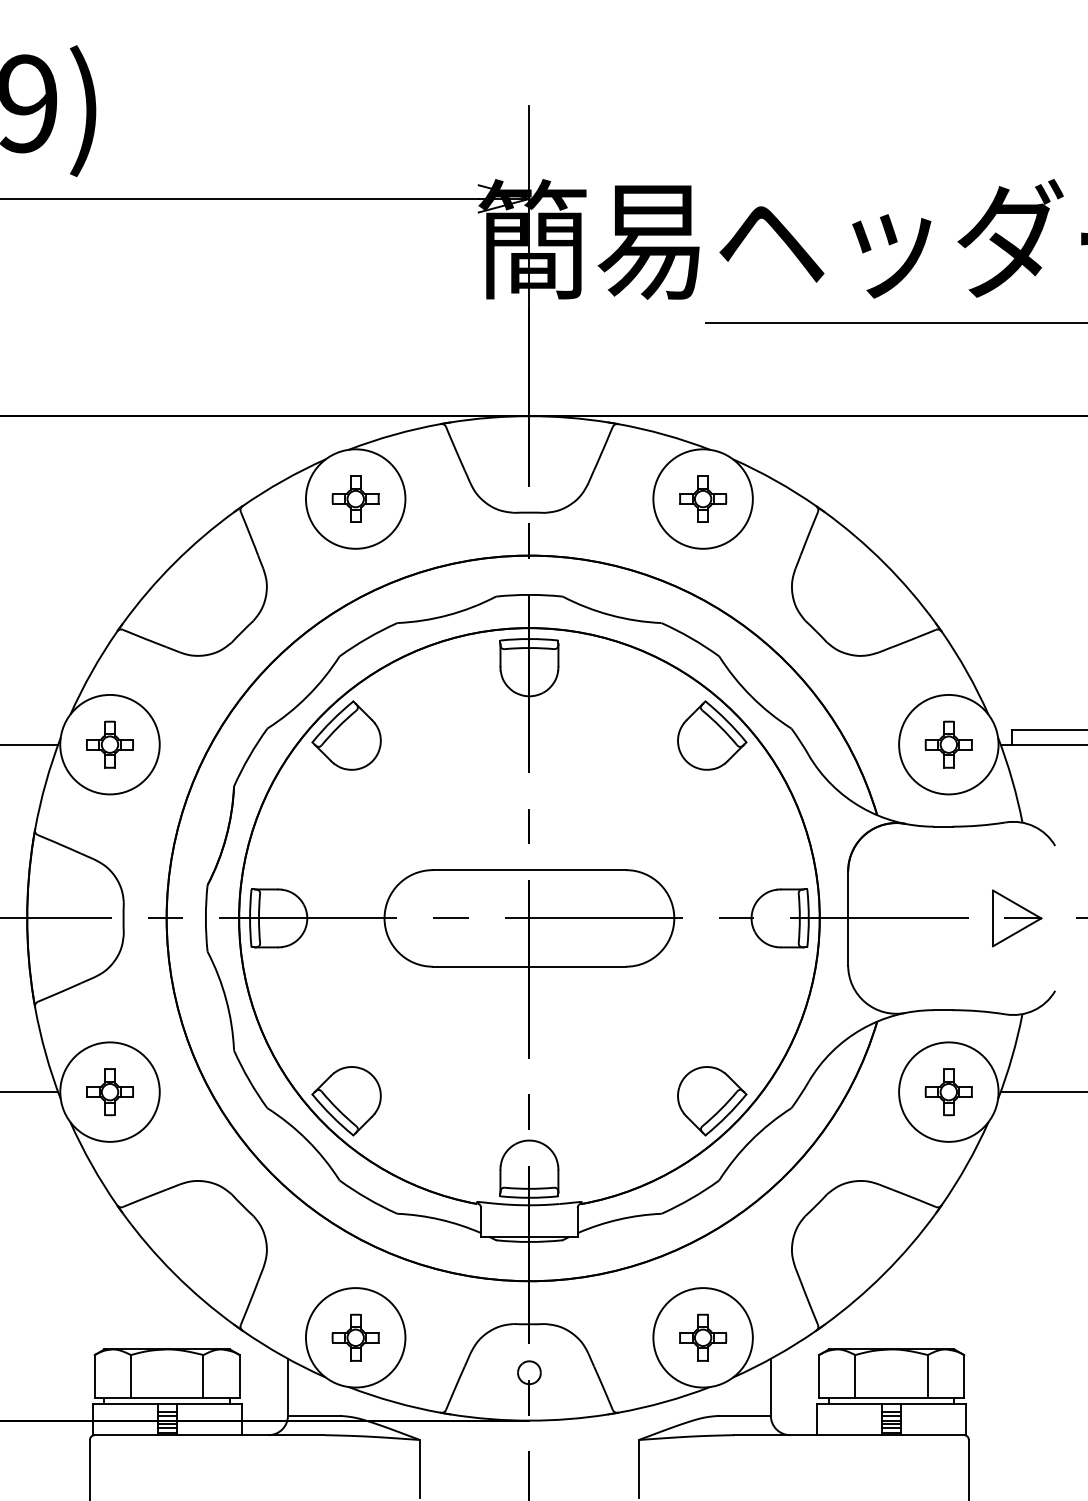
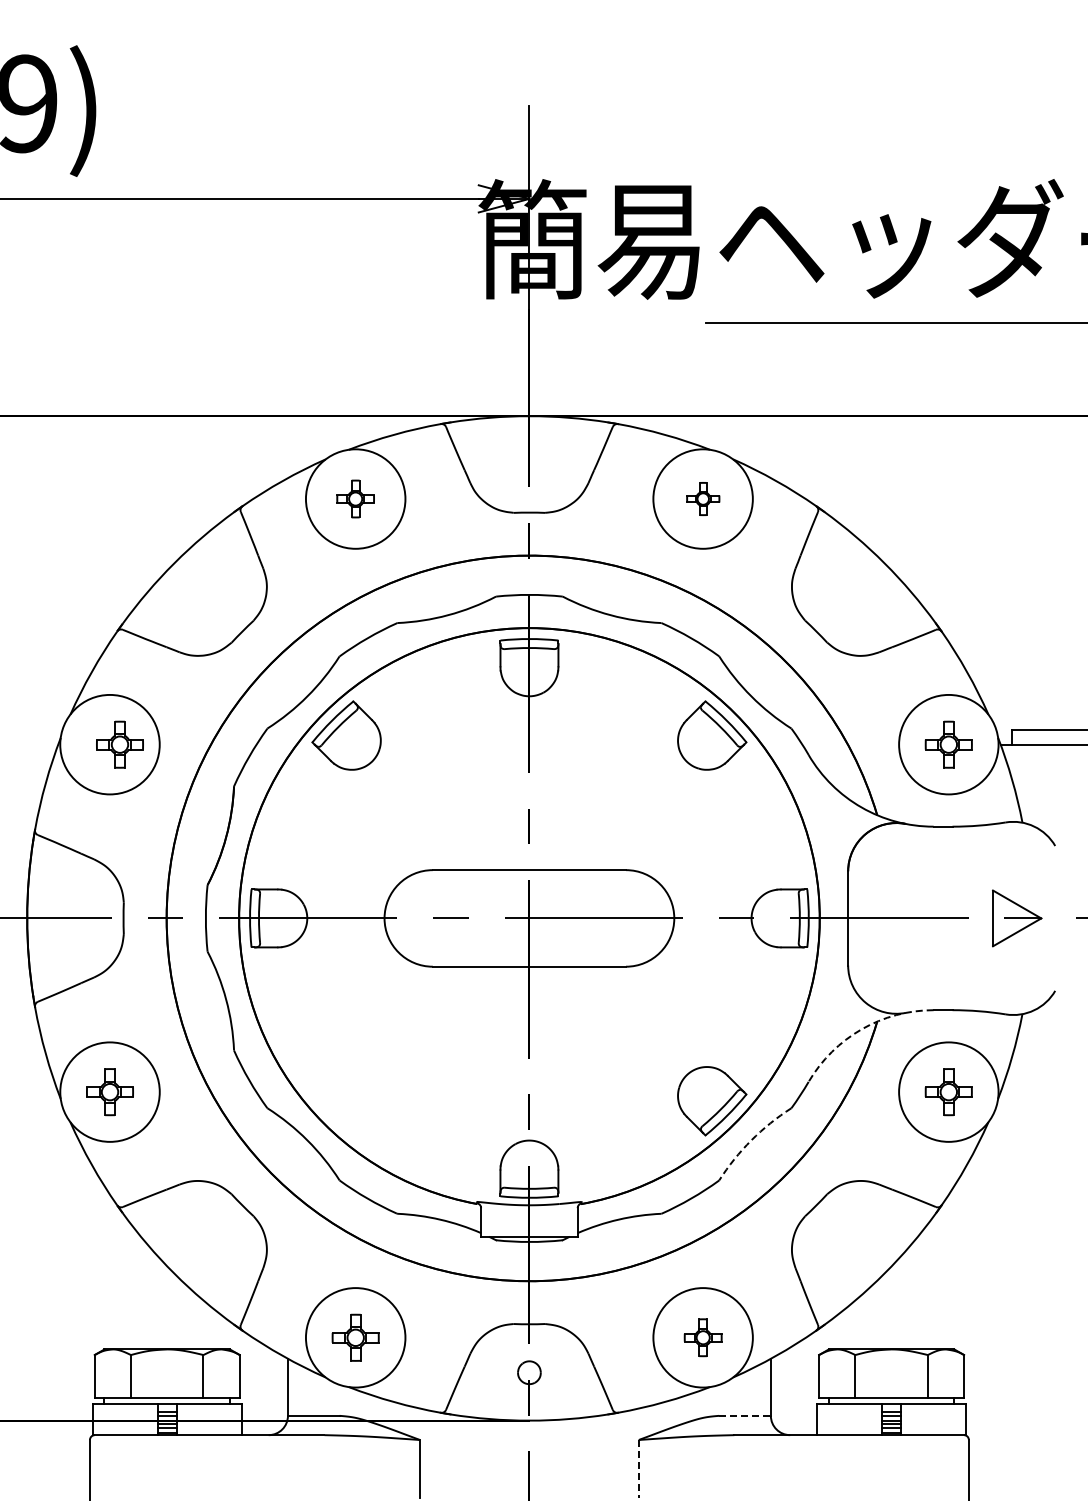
part at (355, 498) size: 49x48 px -> 39x40 px
part at (703, 498) size: 49x48 px -> 35x34 px
line at (30, 744): present -> none
part at (109, 744) position: (109, 744) -> (119, 744)
arc at (861, 1029): solid -> dashed
line at (30, 1092): present -> none
line at (1042, 1092): present -> none
part at (346, 1101): present -> none
arc at (751, 1140): solid -> dashed
part at (703, 1337) size: 49x49 px -> 40x40 px
line at (745, 1415): solid -> dashed
line at (638, 1468): solid -> dashed
